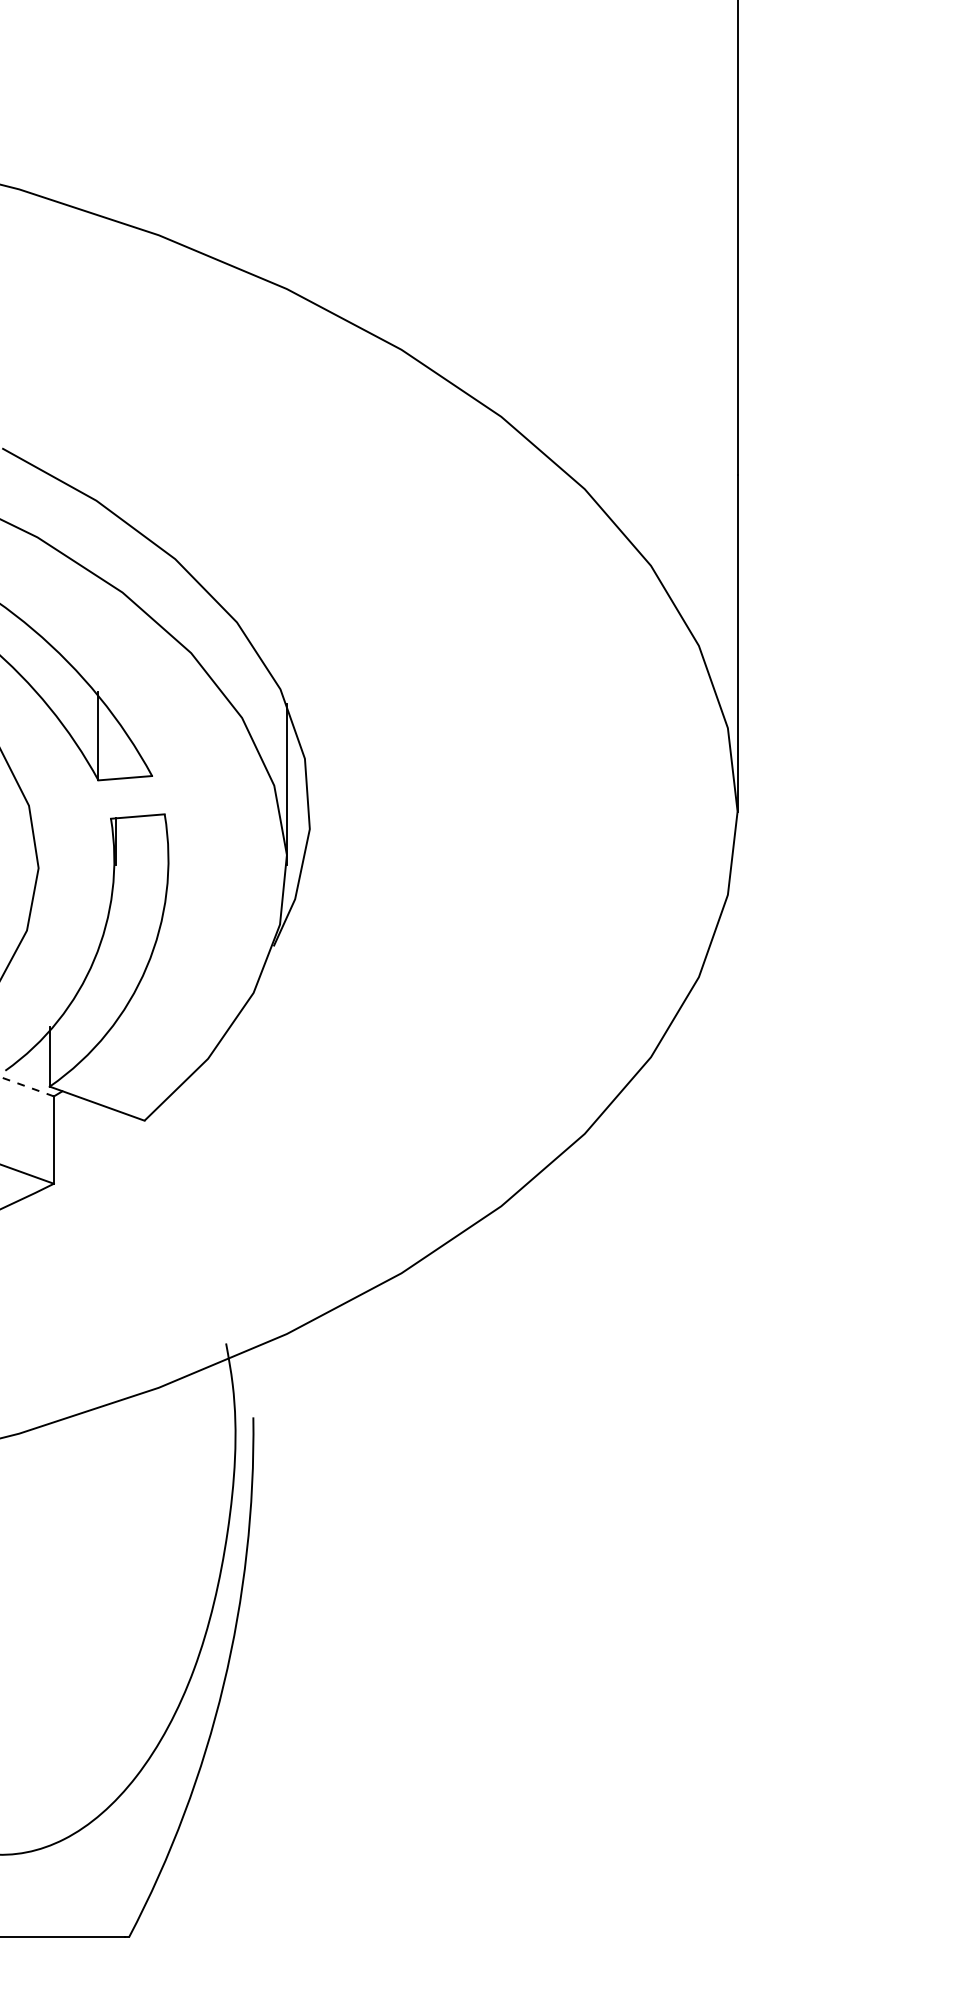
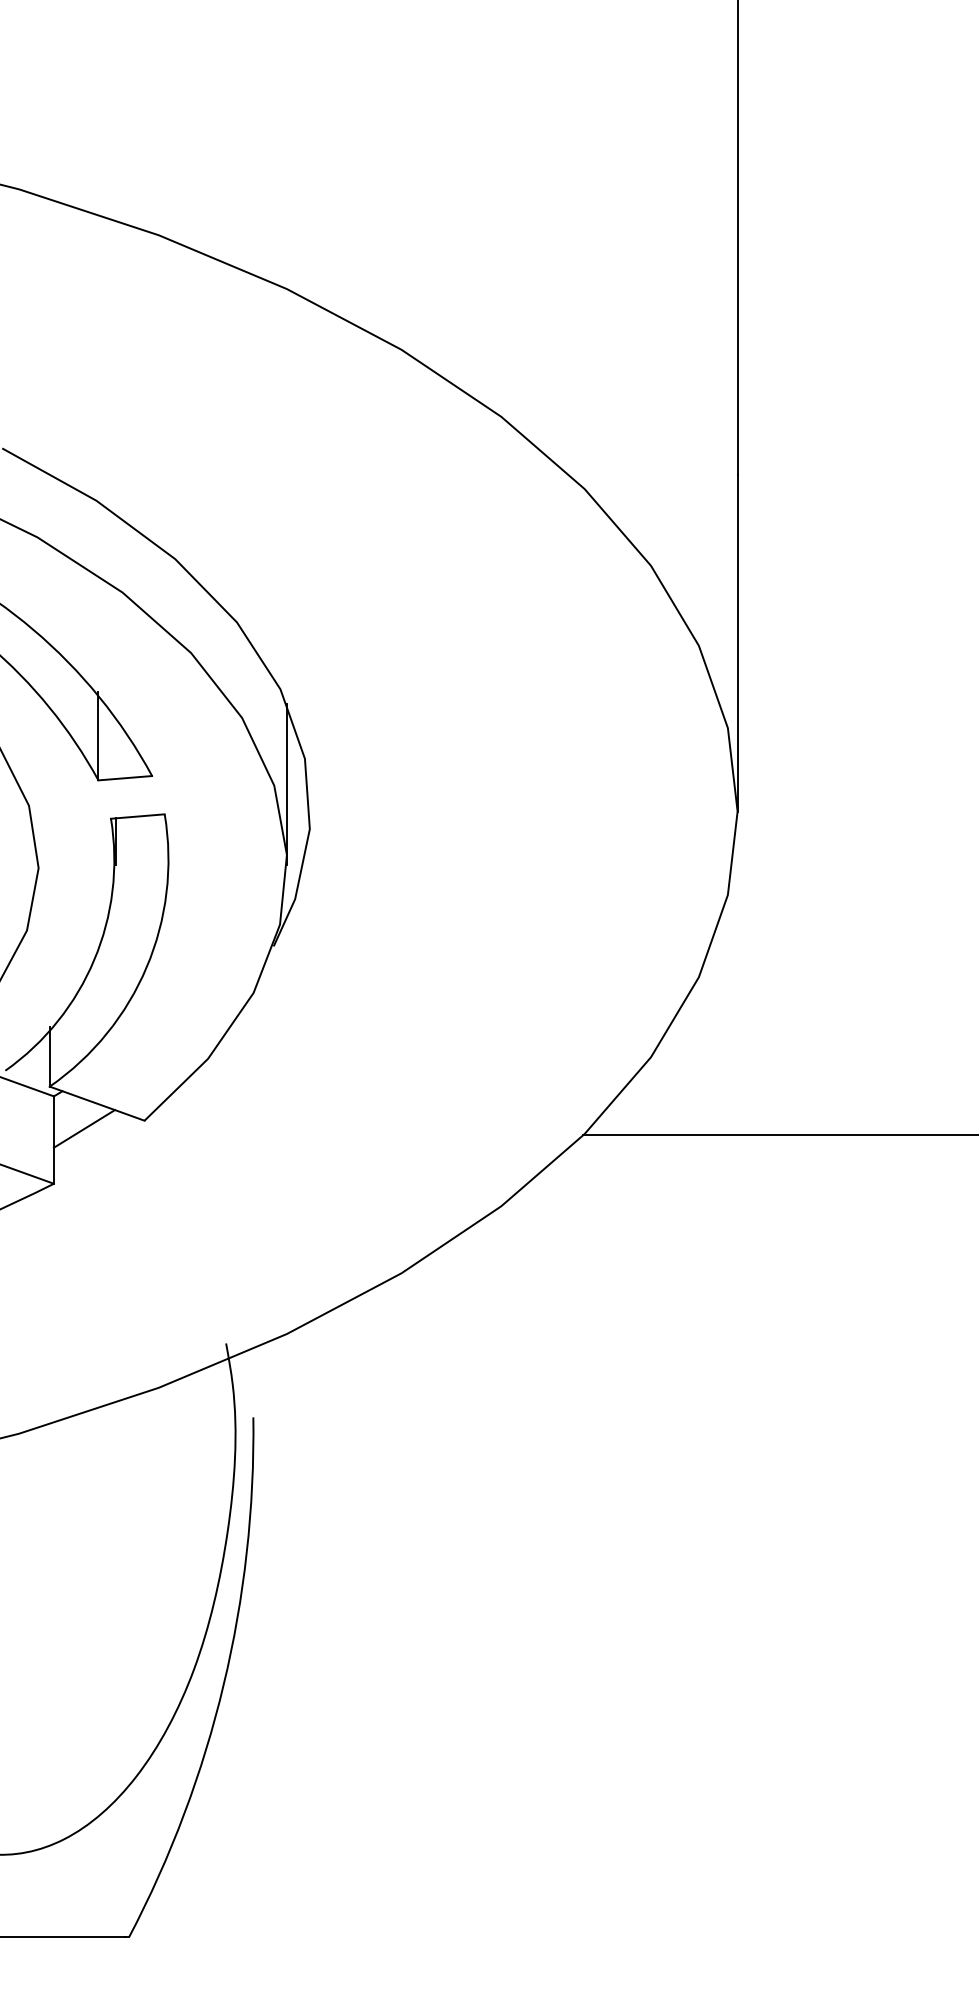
line at (26, 1086): dashed -> solid
line at (83, 1128): none -> present
line at (779, 1135): none -> present
